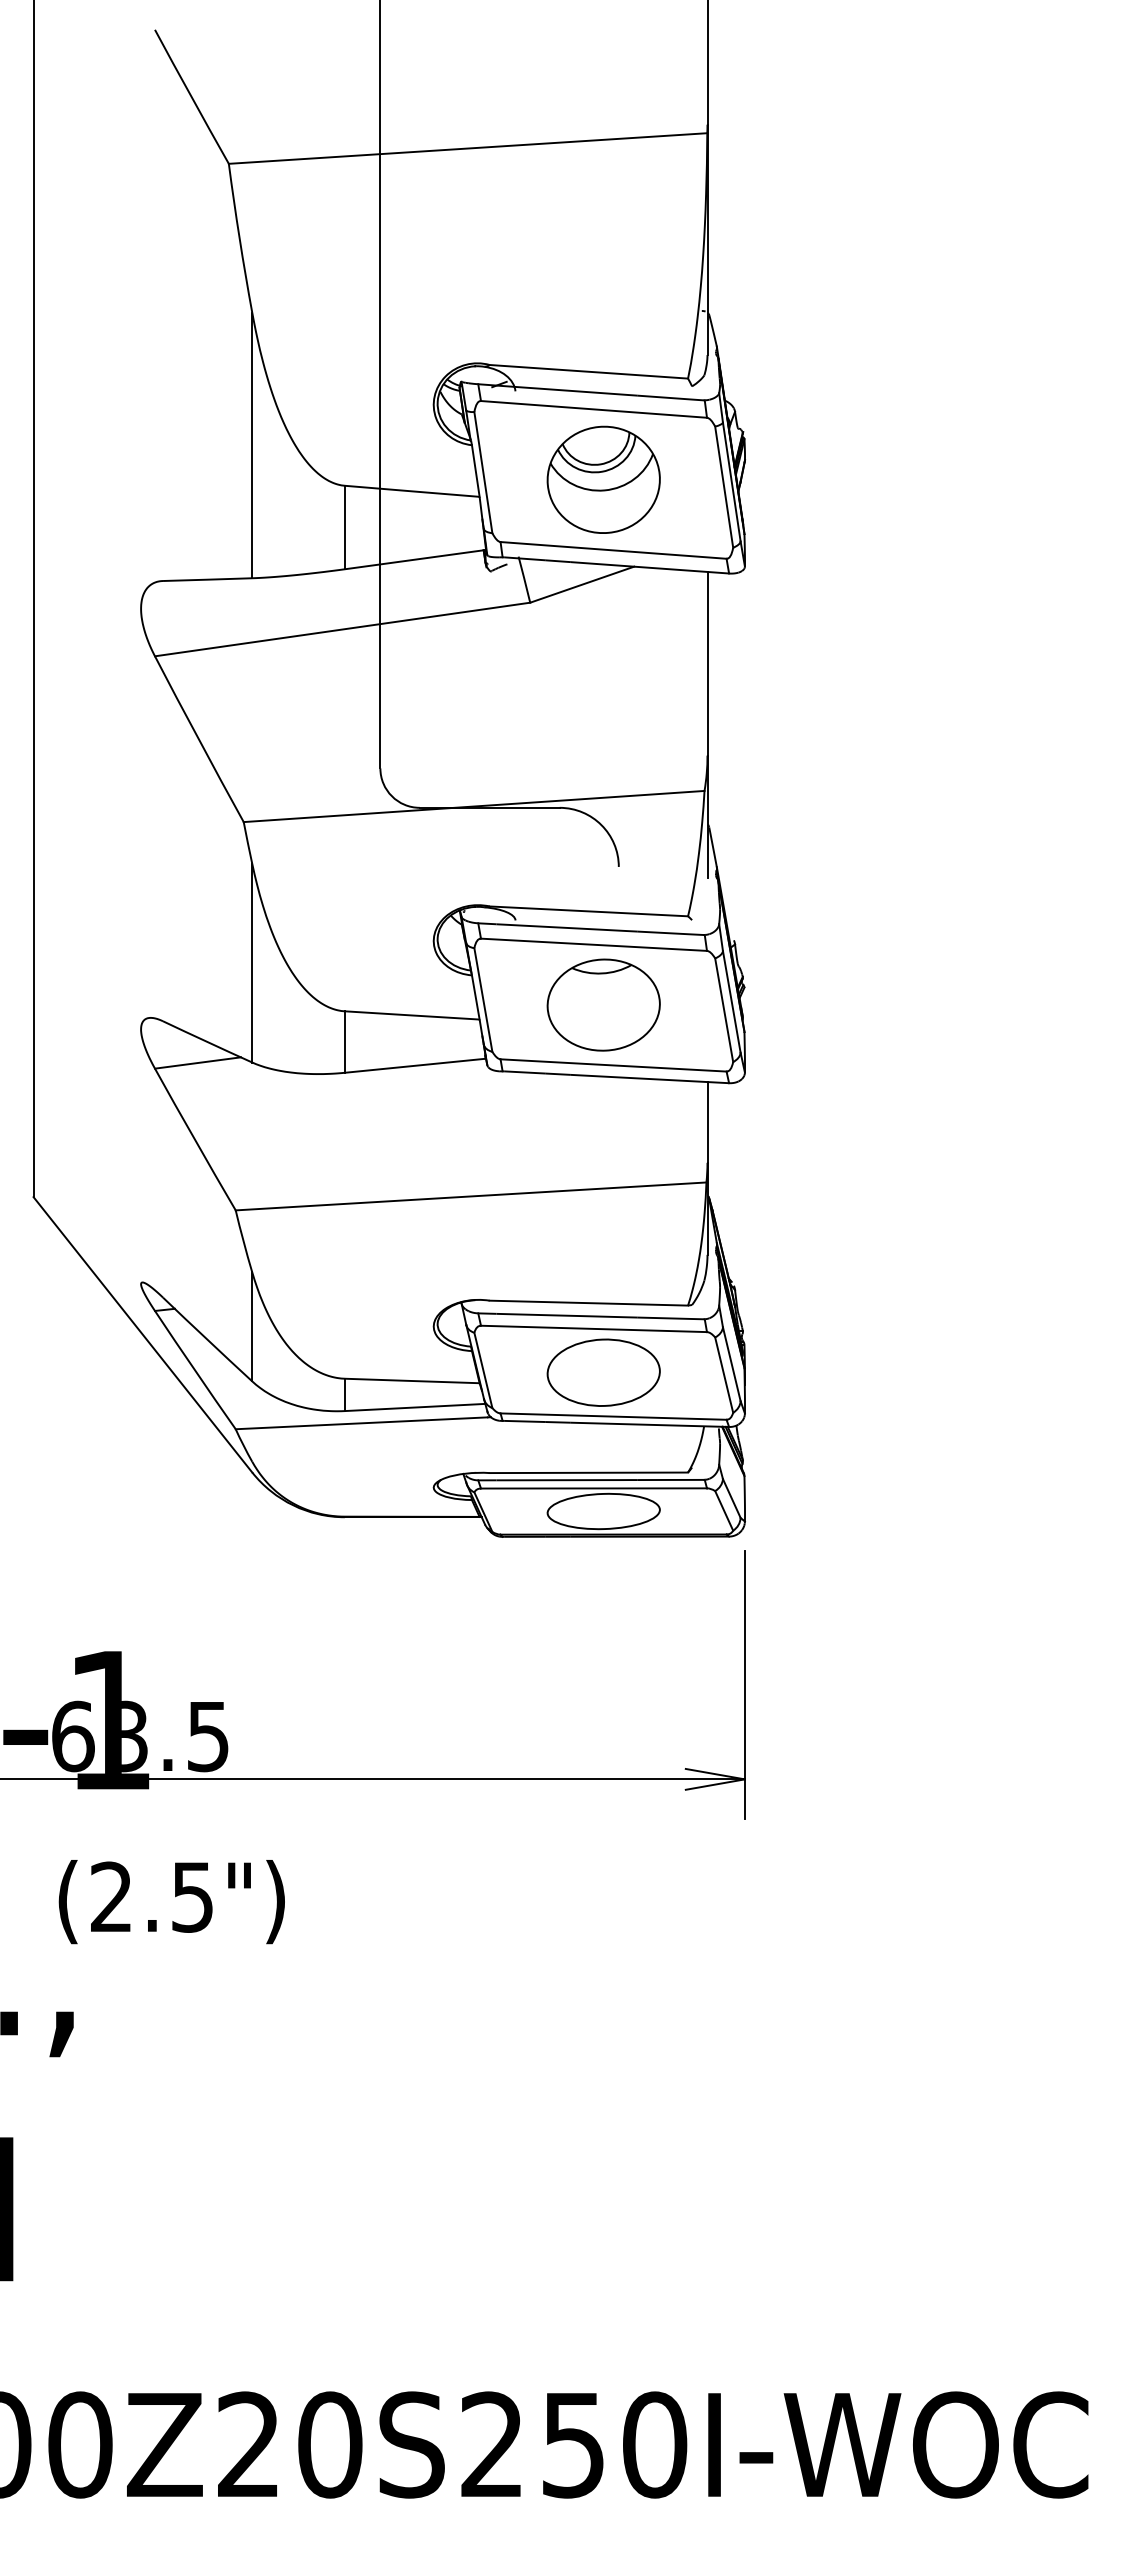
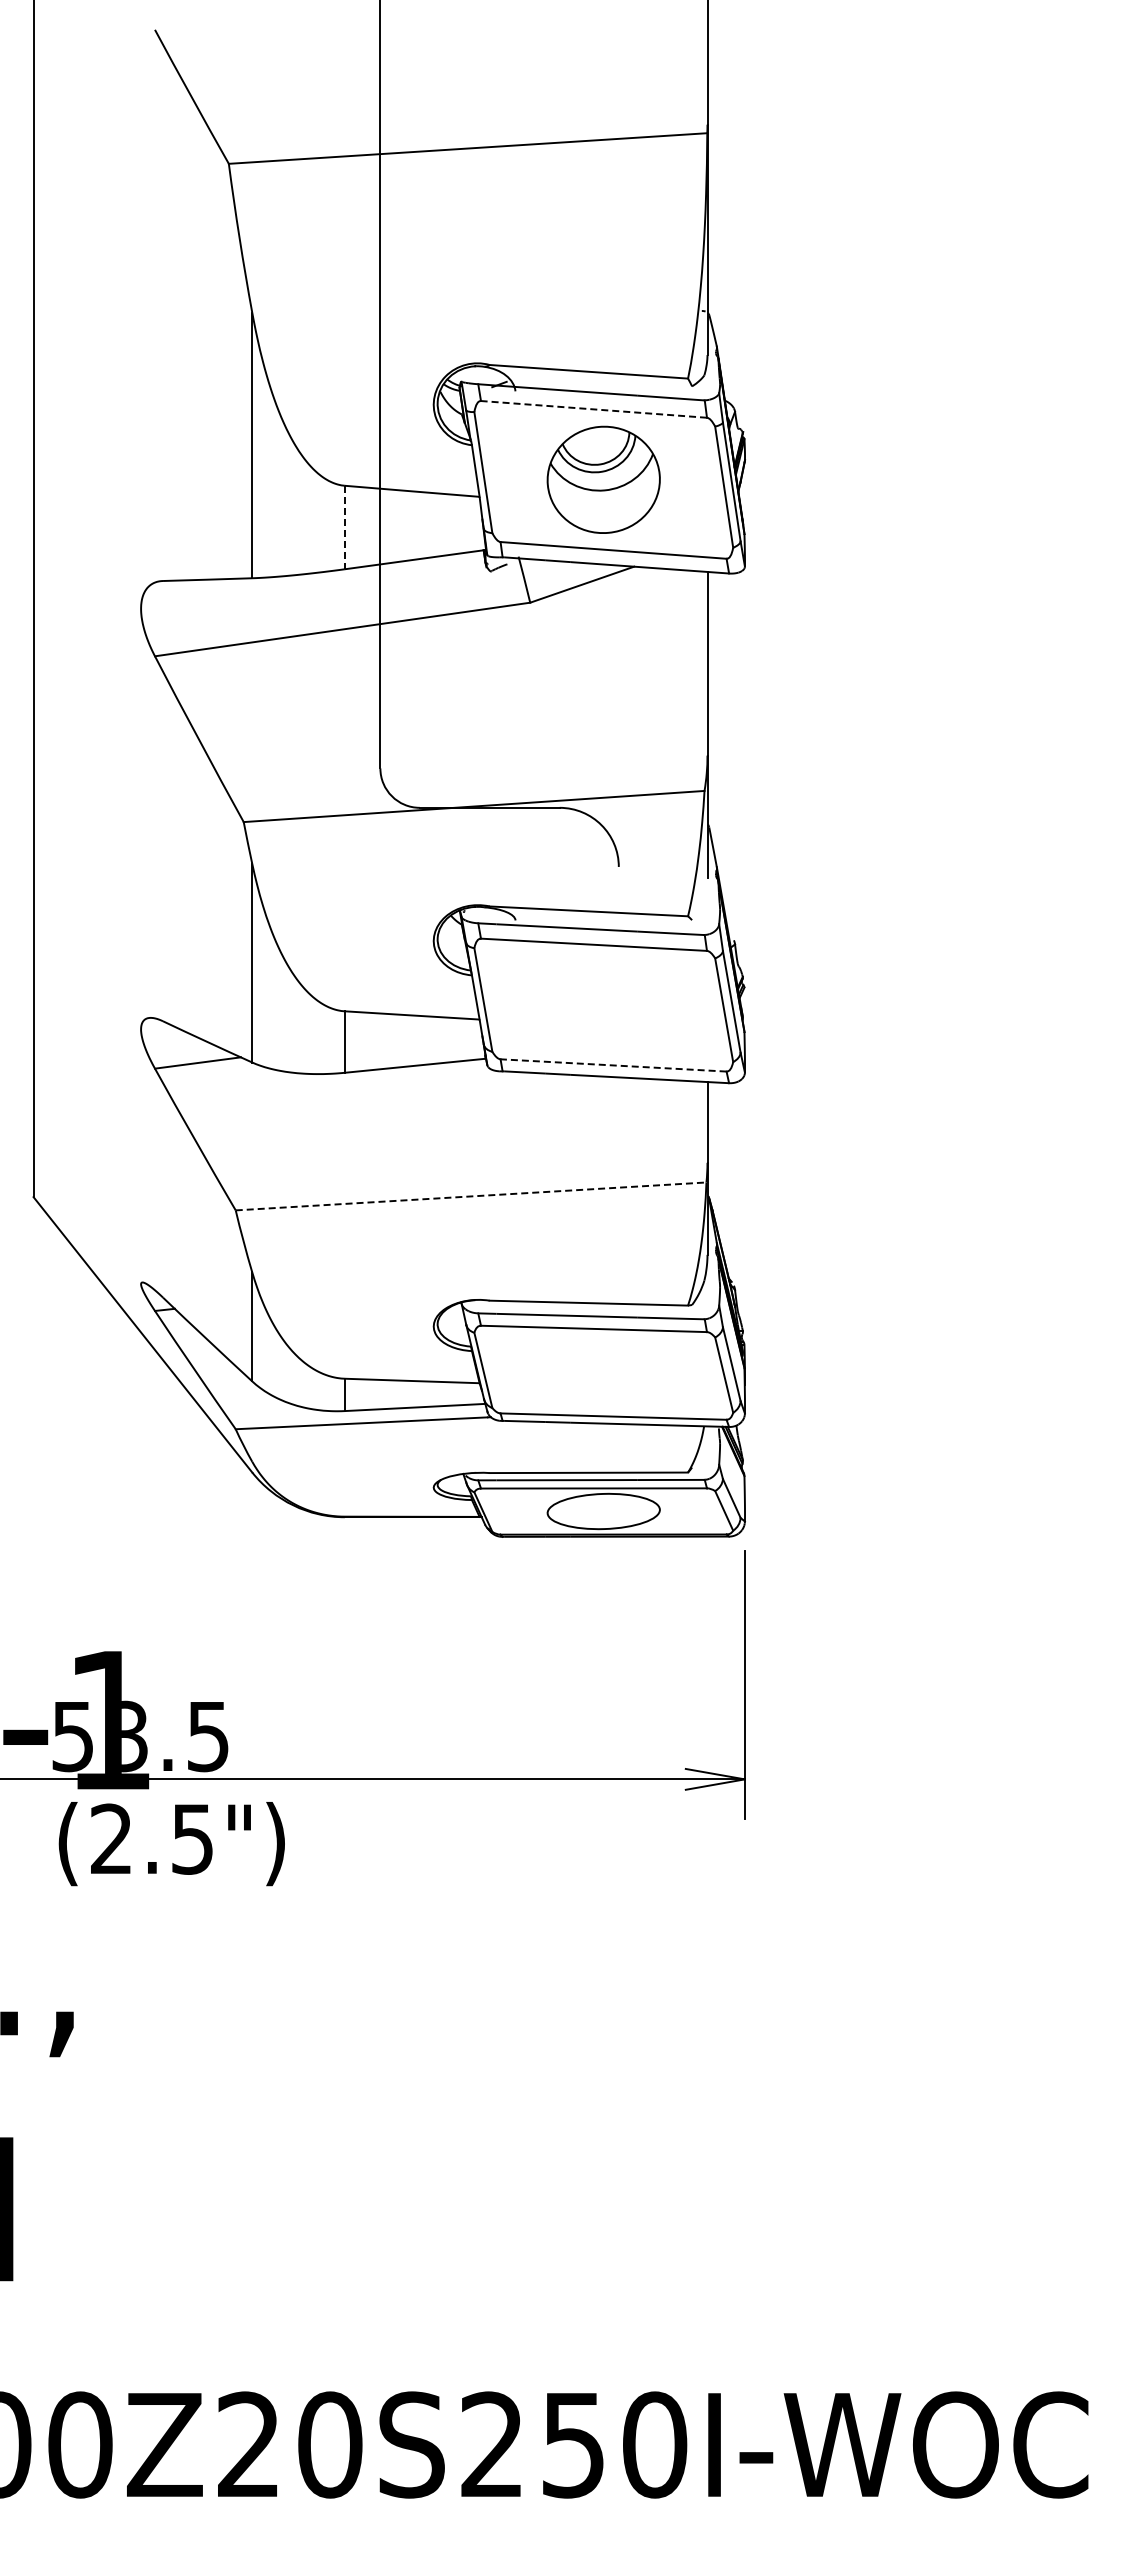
line at (593, 409): solid -> dashed
line at (344, 527): solid -> dashed
part at (603, 1004): present -> none
line at (613, 1065): solid -> dashed
line at (471, 1196): solid -> dashed
part at (603, 1372): present -> none
text at (73, 1736): 63.5 -> 53.5
text at (171, 1902) position: (171, 1902) -> (171, 1844)
